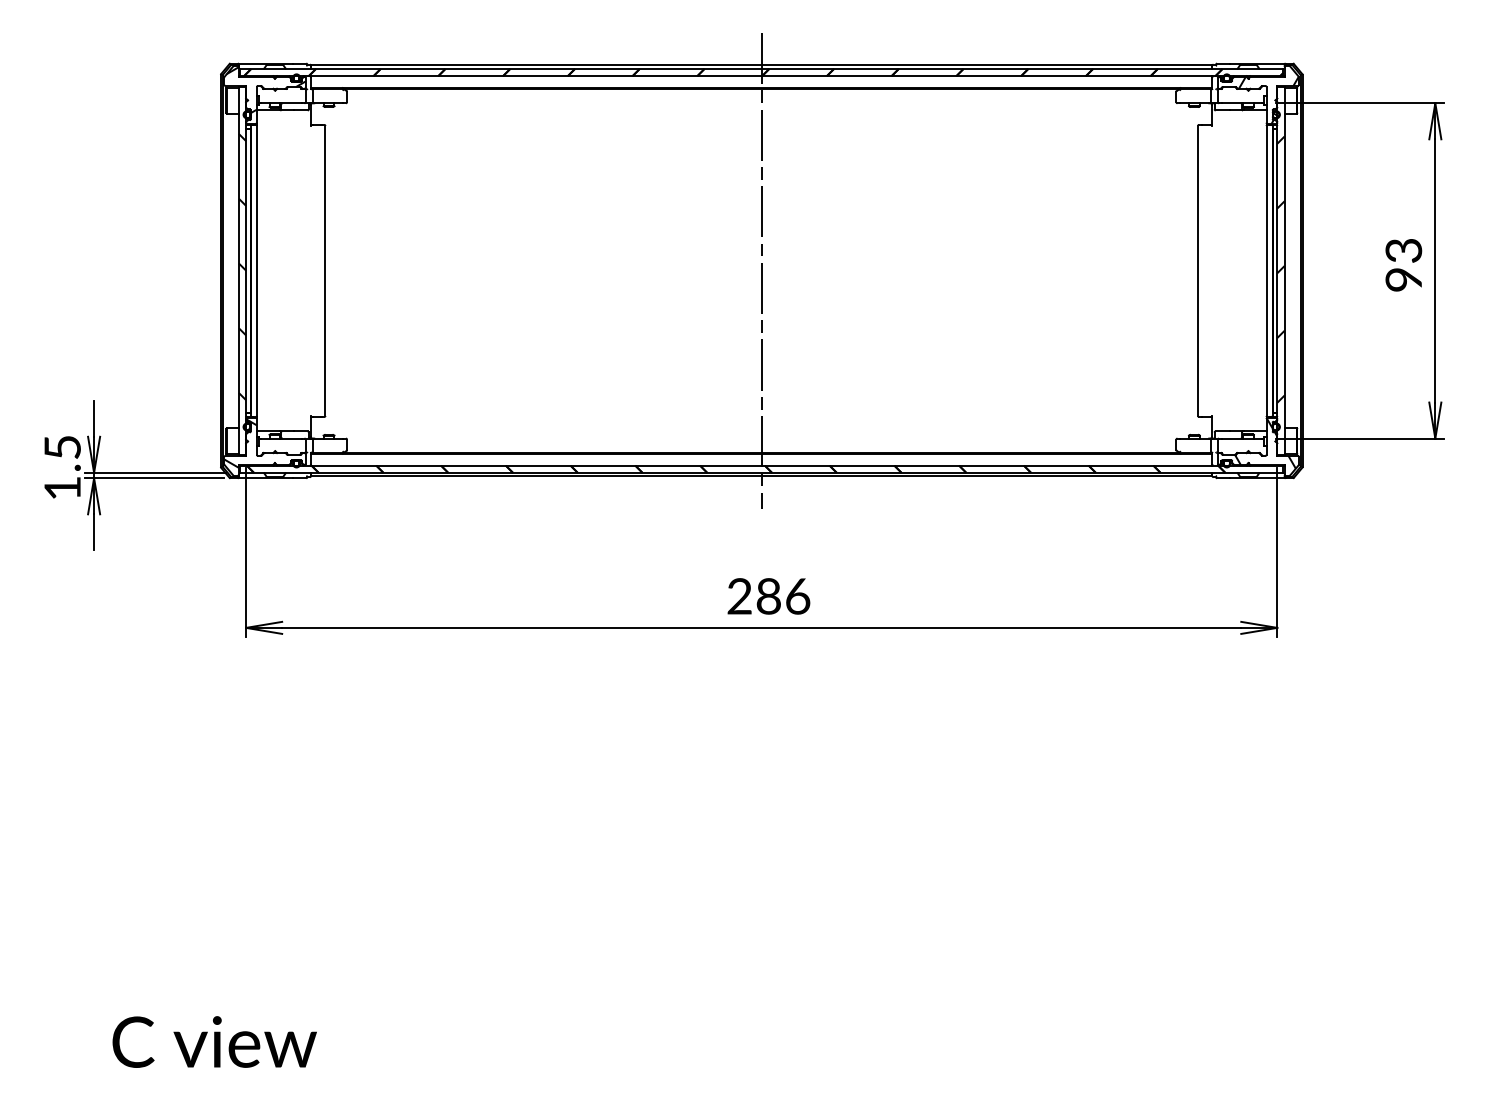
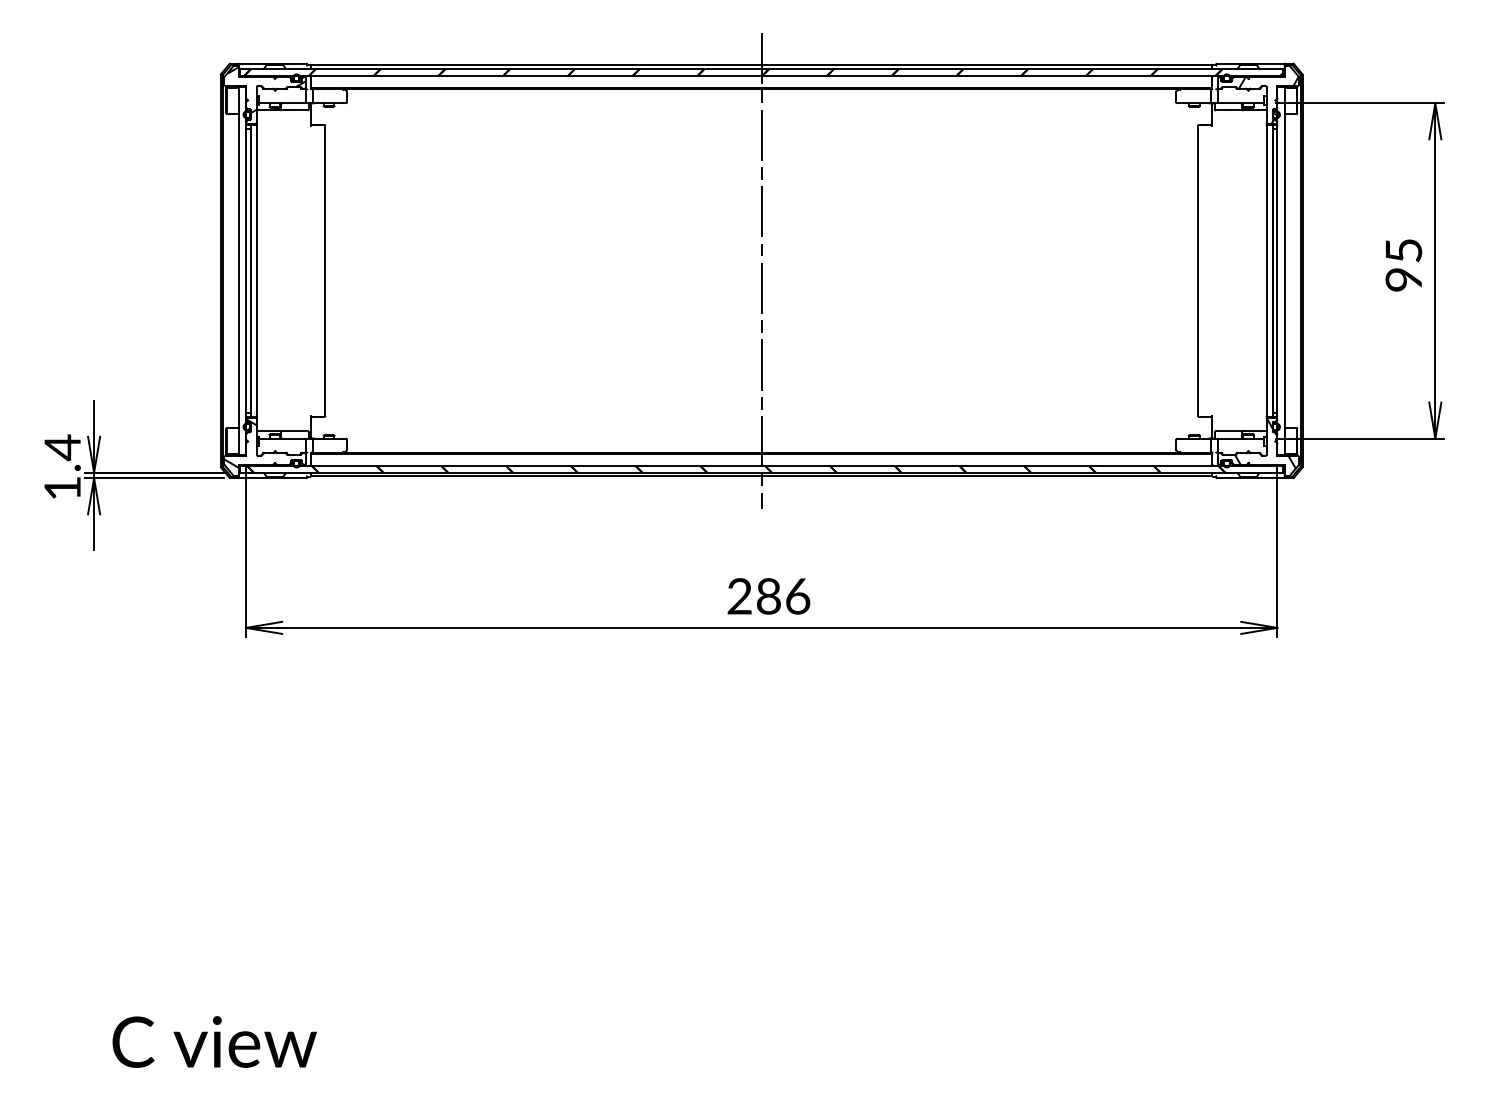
text at (1403, 250): 93 -> 95
hatch at (242, 266): present -> none
hatch at (1280, 269): present -> none
text at (62, 447): 1.5 -> 1.4
